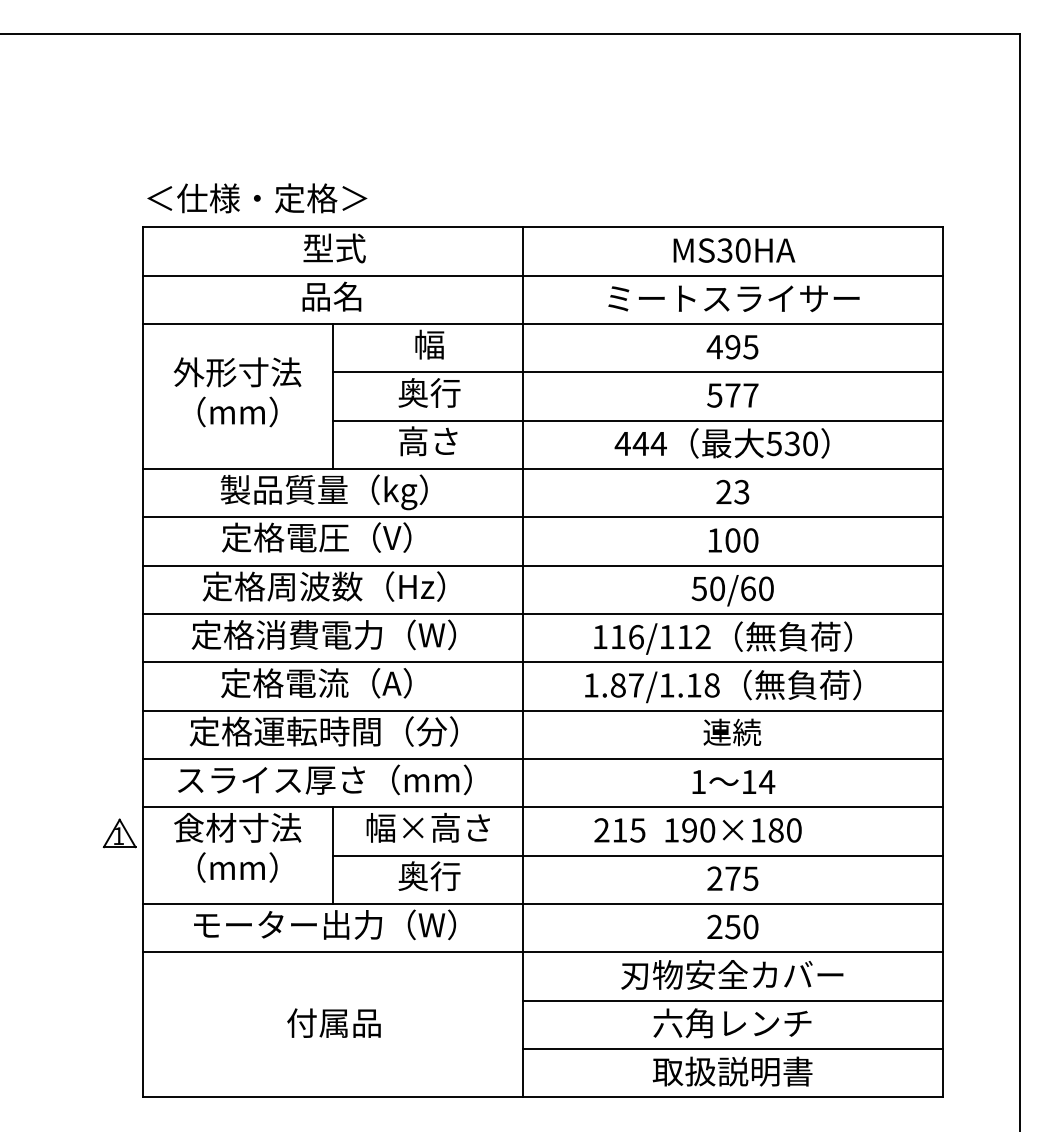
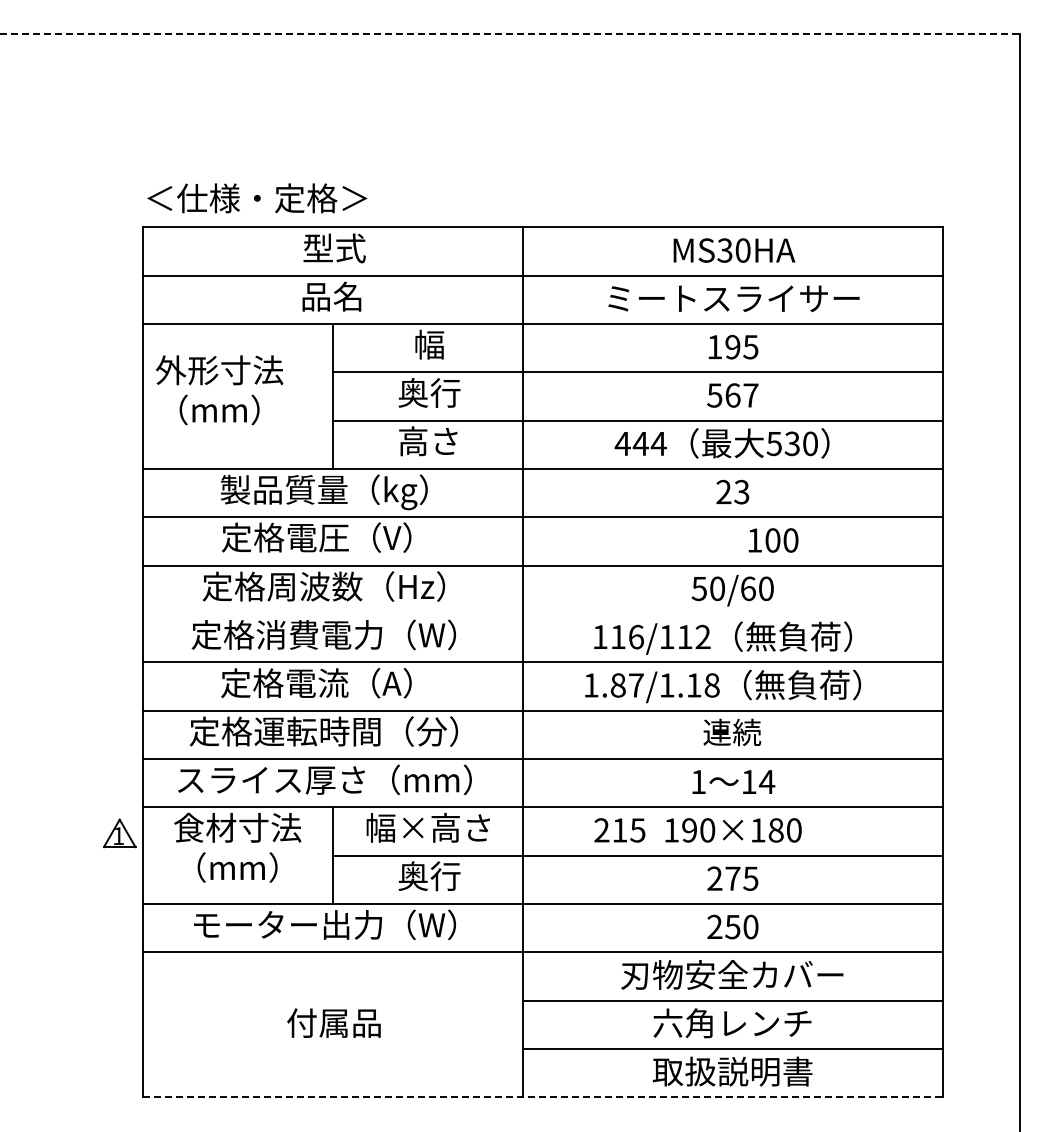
line at (510, 33): solid -> dashed
text at (714, 347): 495 -> 195
text at (237, 392) position: (237, 392) -> (219, 390)
text at (732, 395): 577 -> 567
text at (733, 540) position: (733, 540) -> (773, 540)
line at (542, 614): present -> none
line at (543, 1097): solid -> dashed
